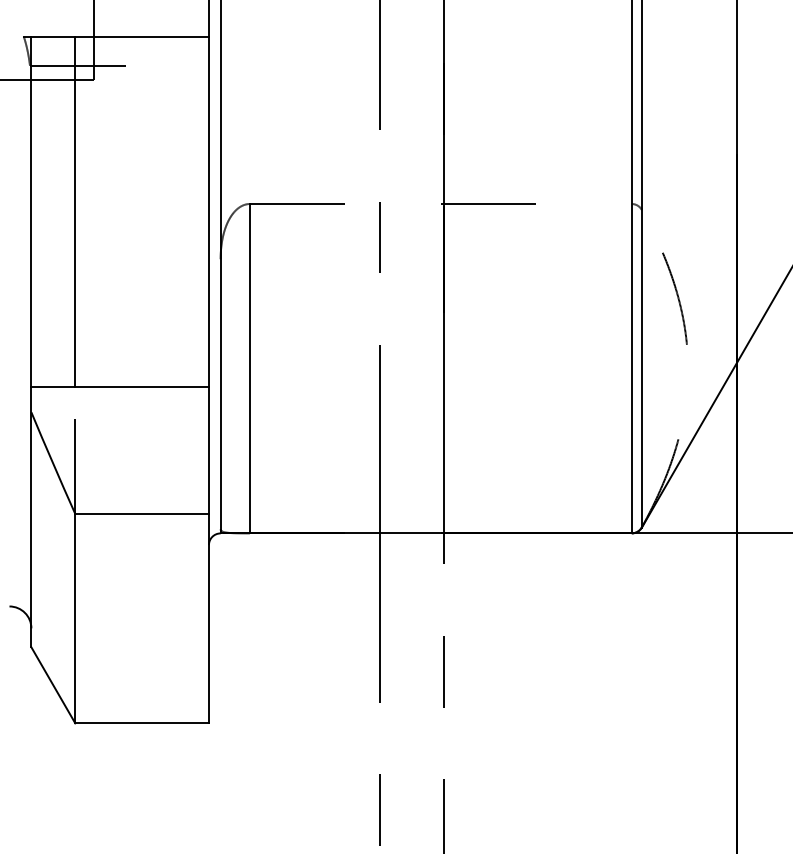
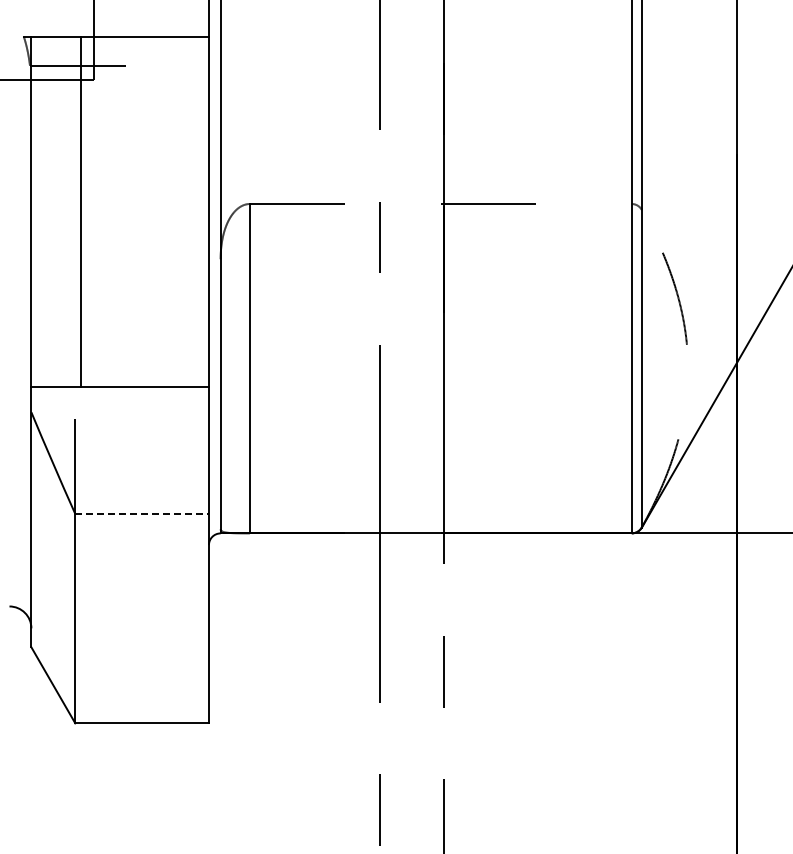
line at (75, 211) position: (75, 211) -> (81, 211)
line at (142, 514): solid -> dashed
